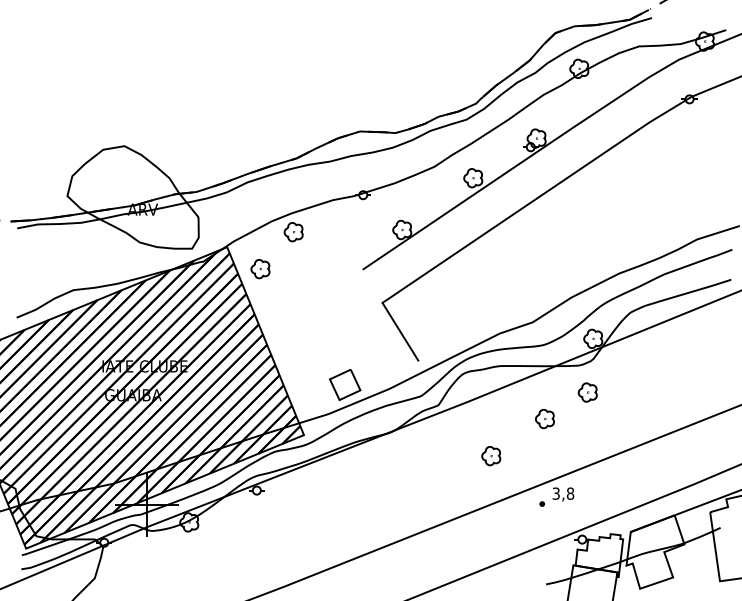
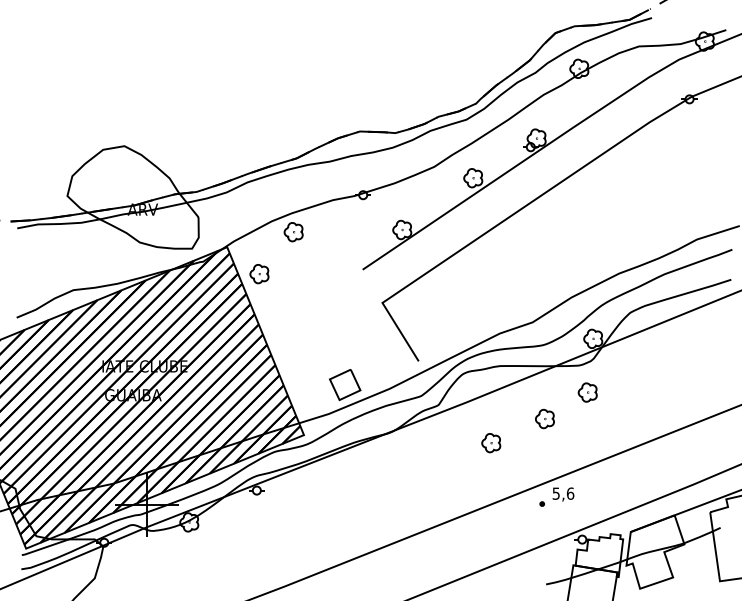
part at (260, 269) position: (260, 269) -> (259, 274)
part at (491, 456) position: (491, 456) -> (491, 443)
text at (563, 493): 3,8 -> 5,6
